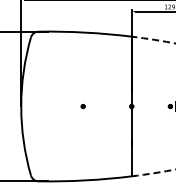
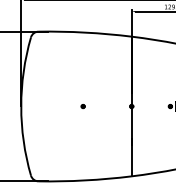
arc at (153, 39): dashed -> solid
arc at (153, 173): dashed -> solid
